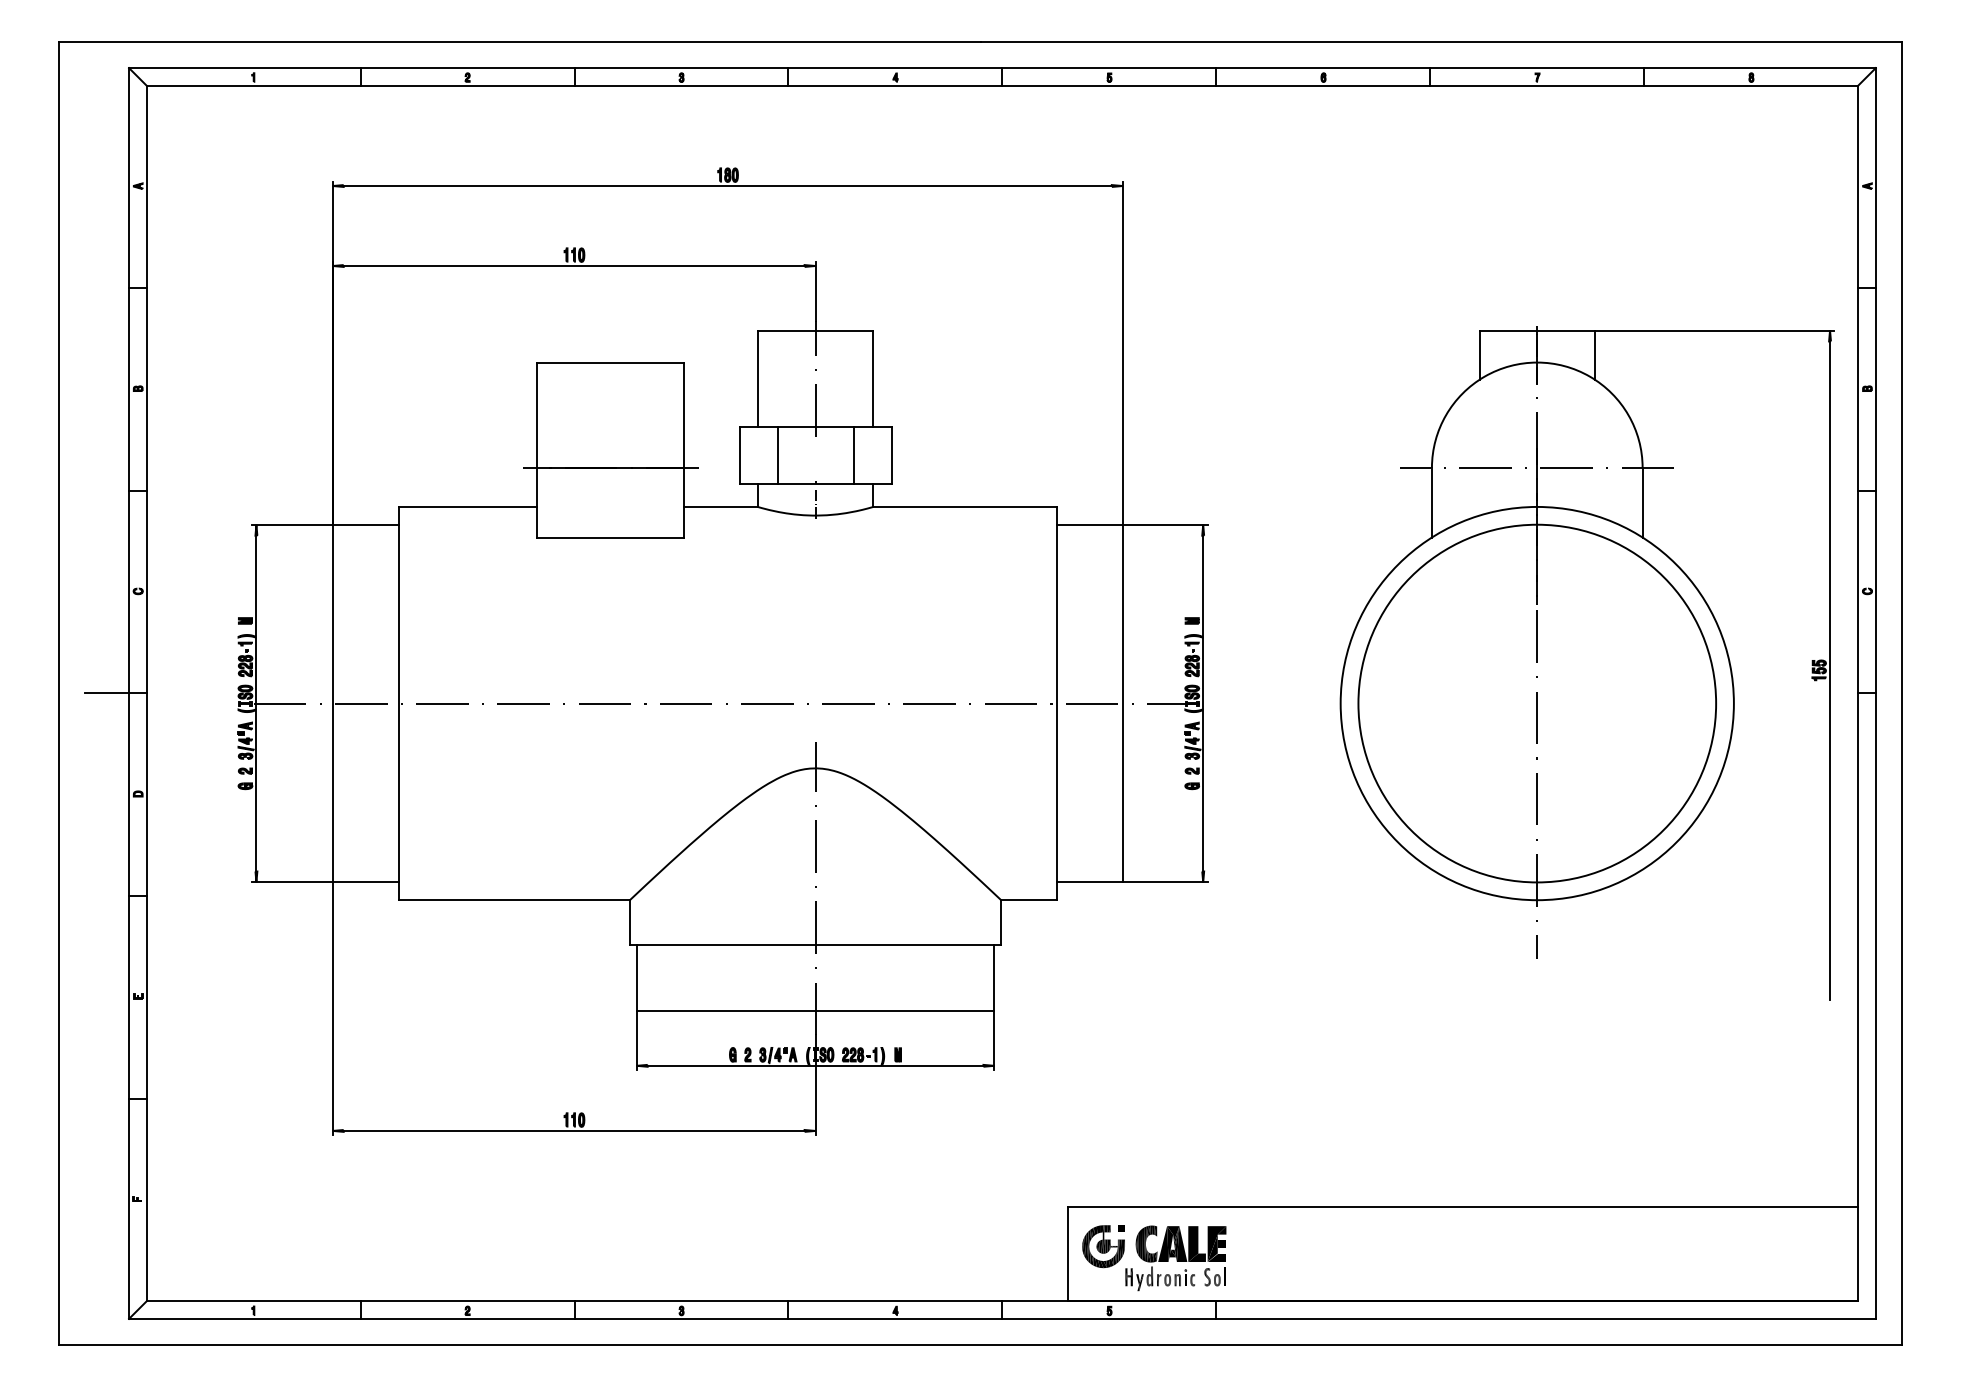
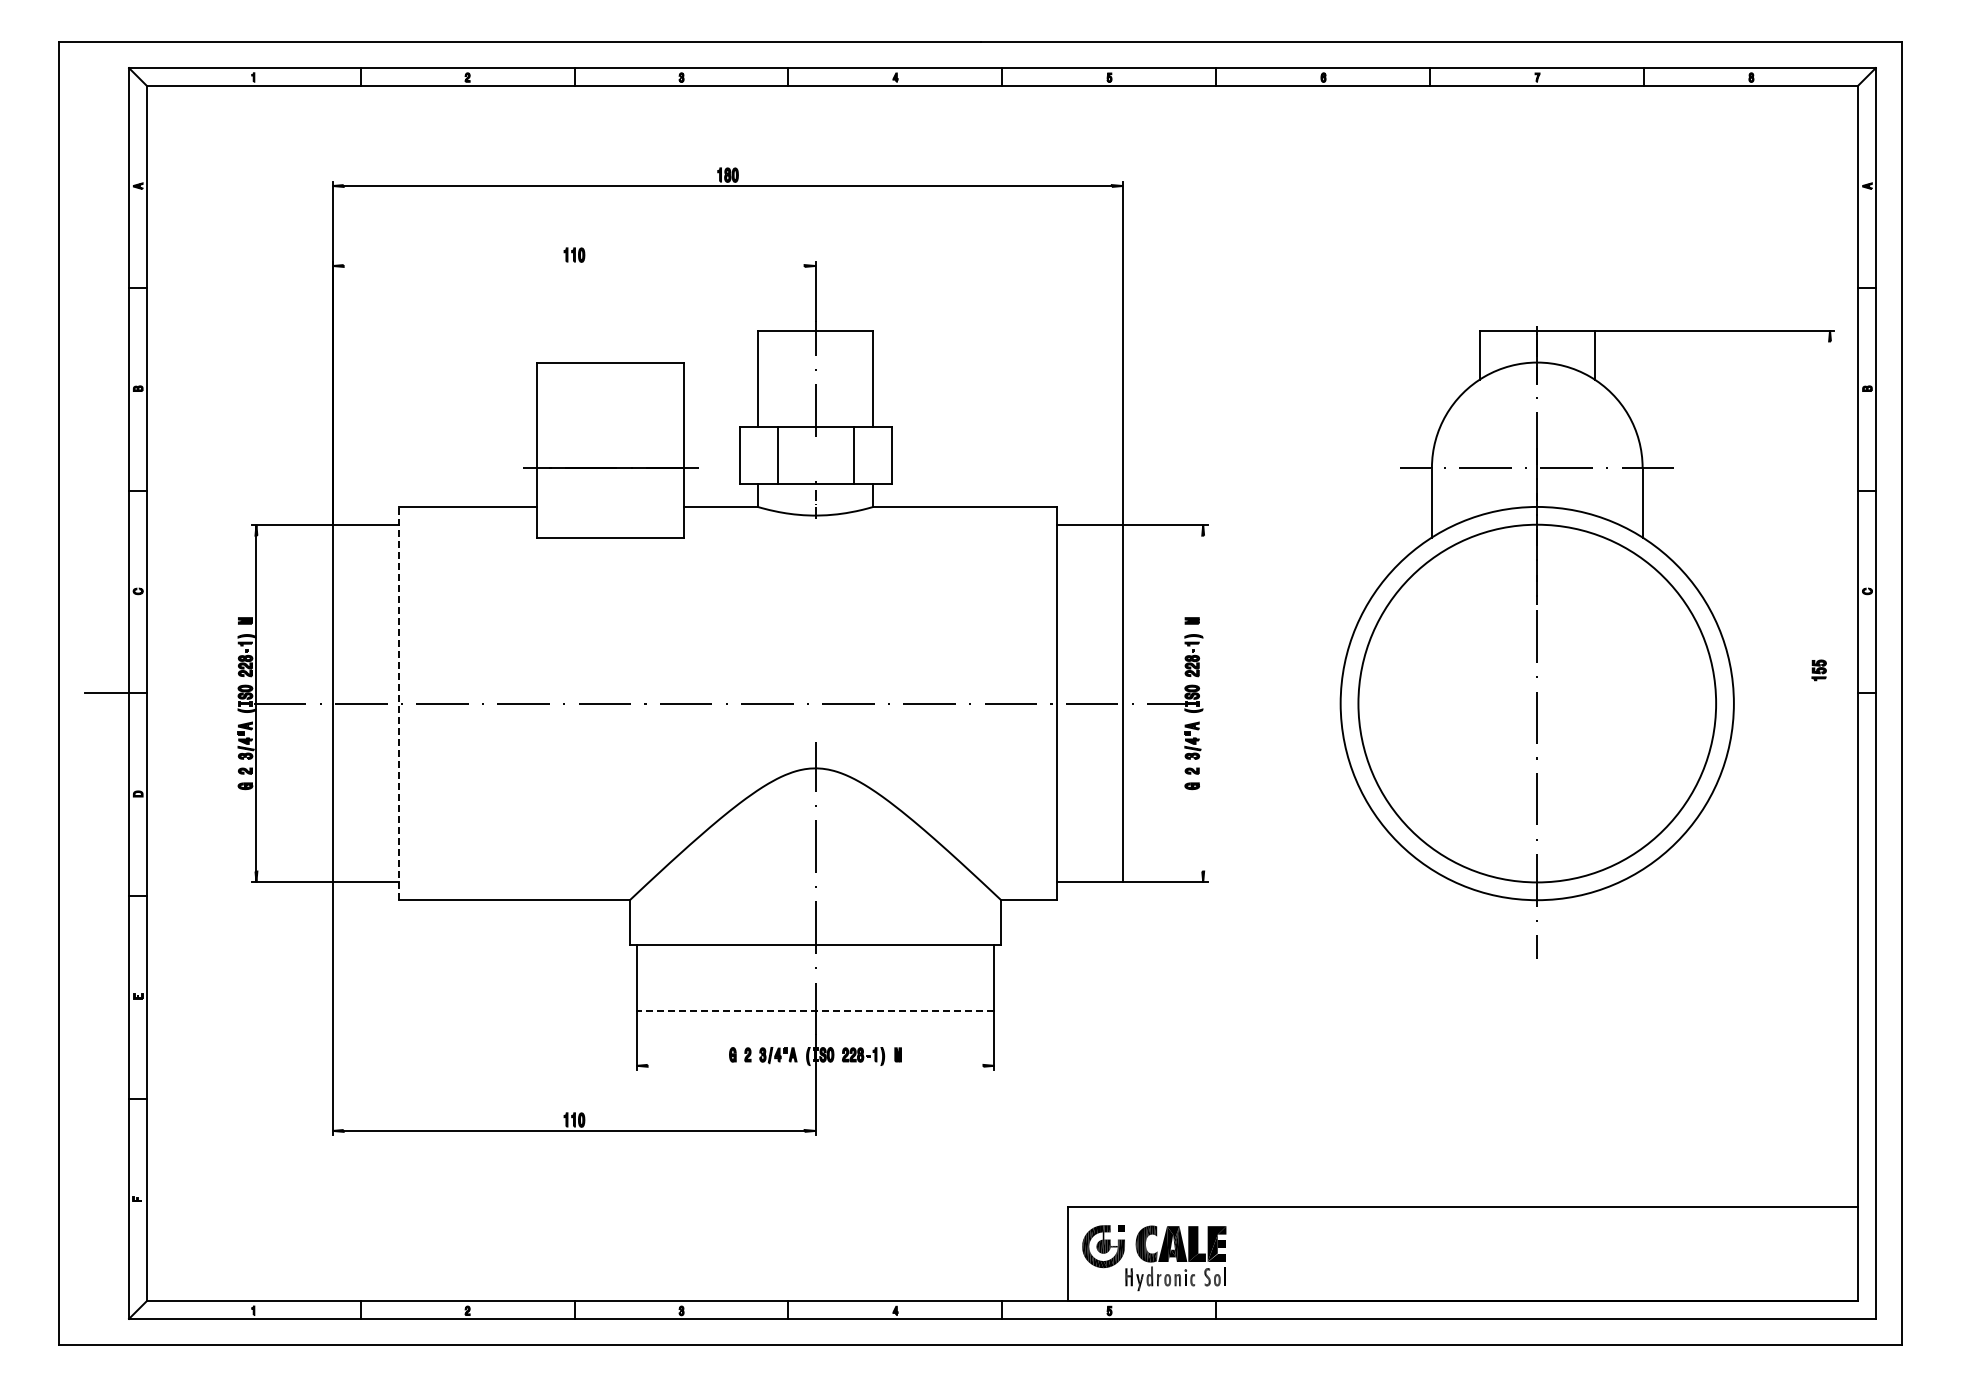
line at (573, 266): present -> none
line at (1830, 670): present -> none
line at (398, 703): solid -> dashed
line at (1203, 703): present -> none
line at (815, 1010): solid -> dashed
line at (815, 1065): present -> none
